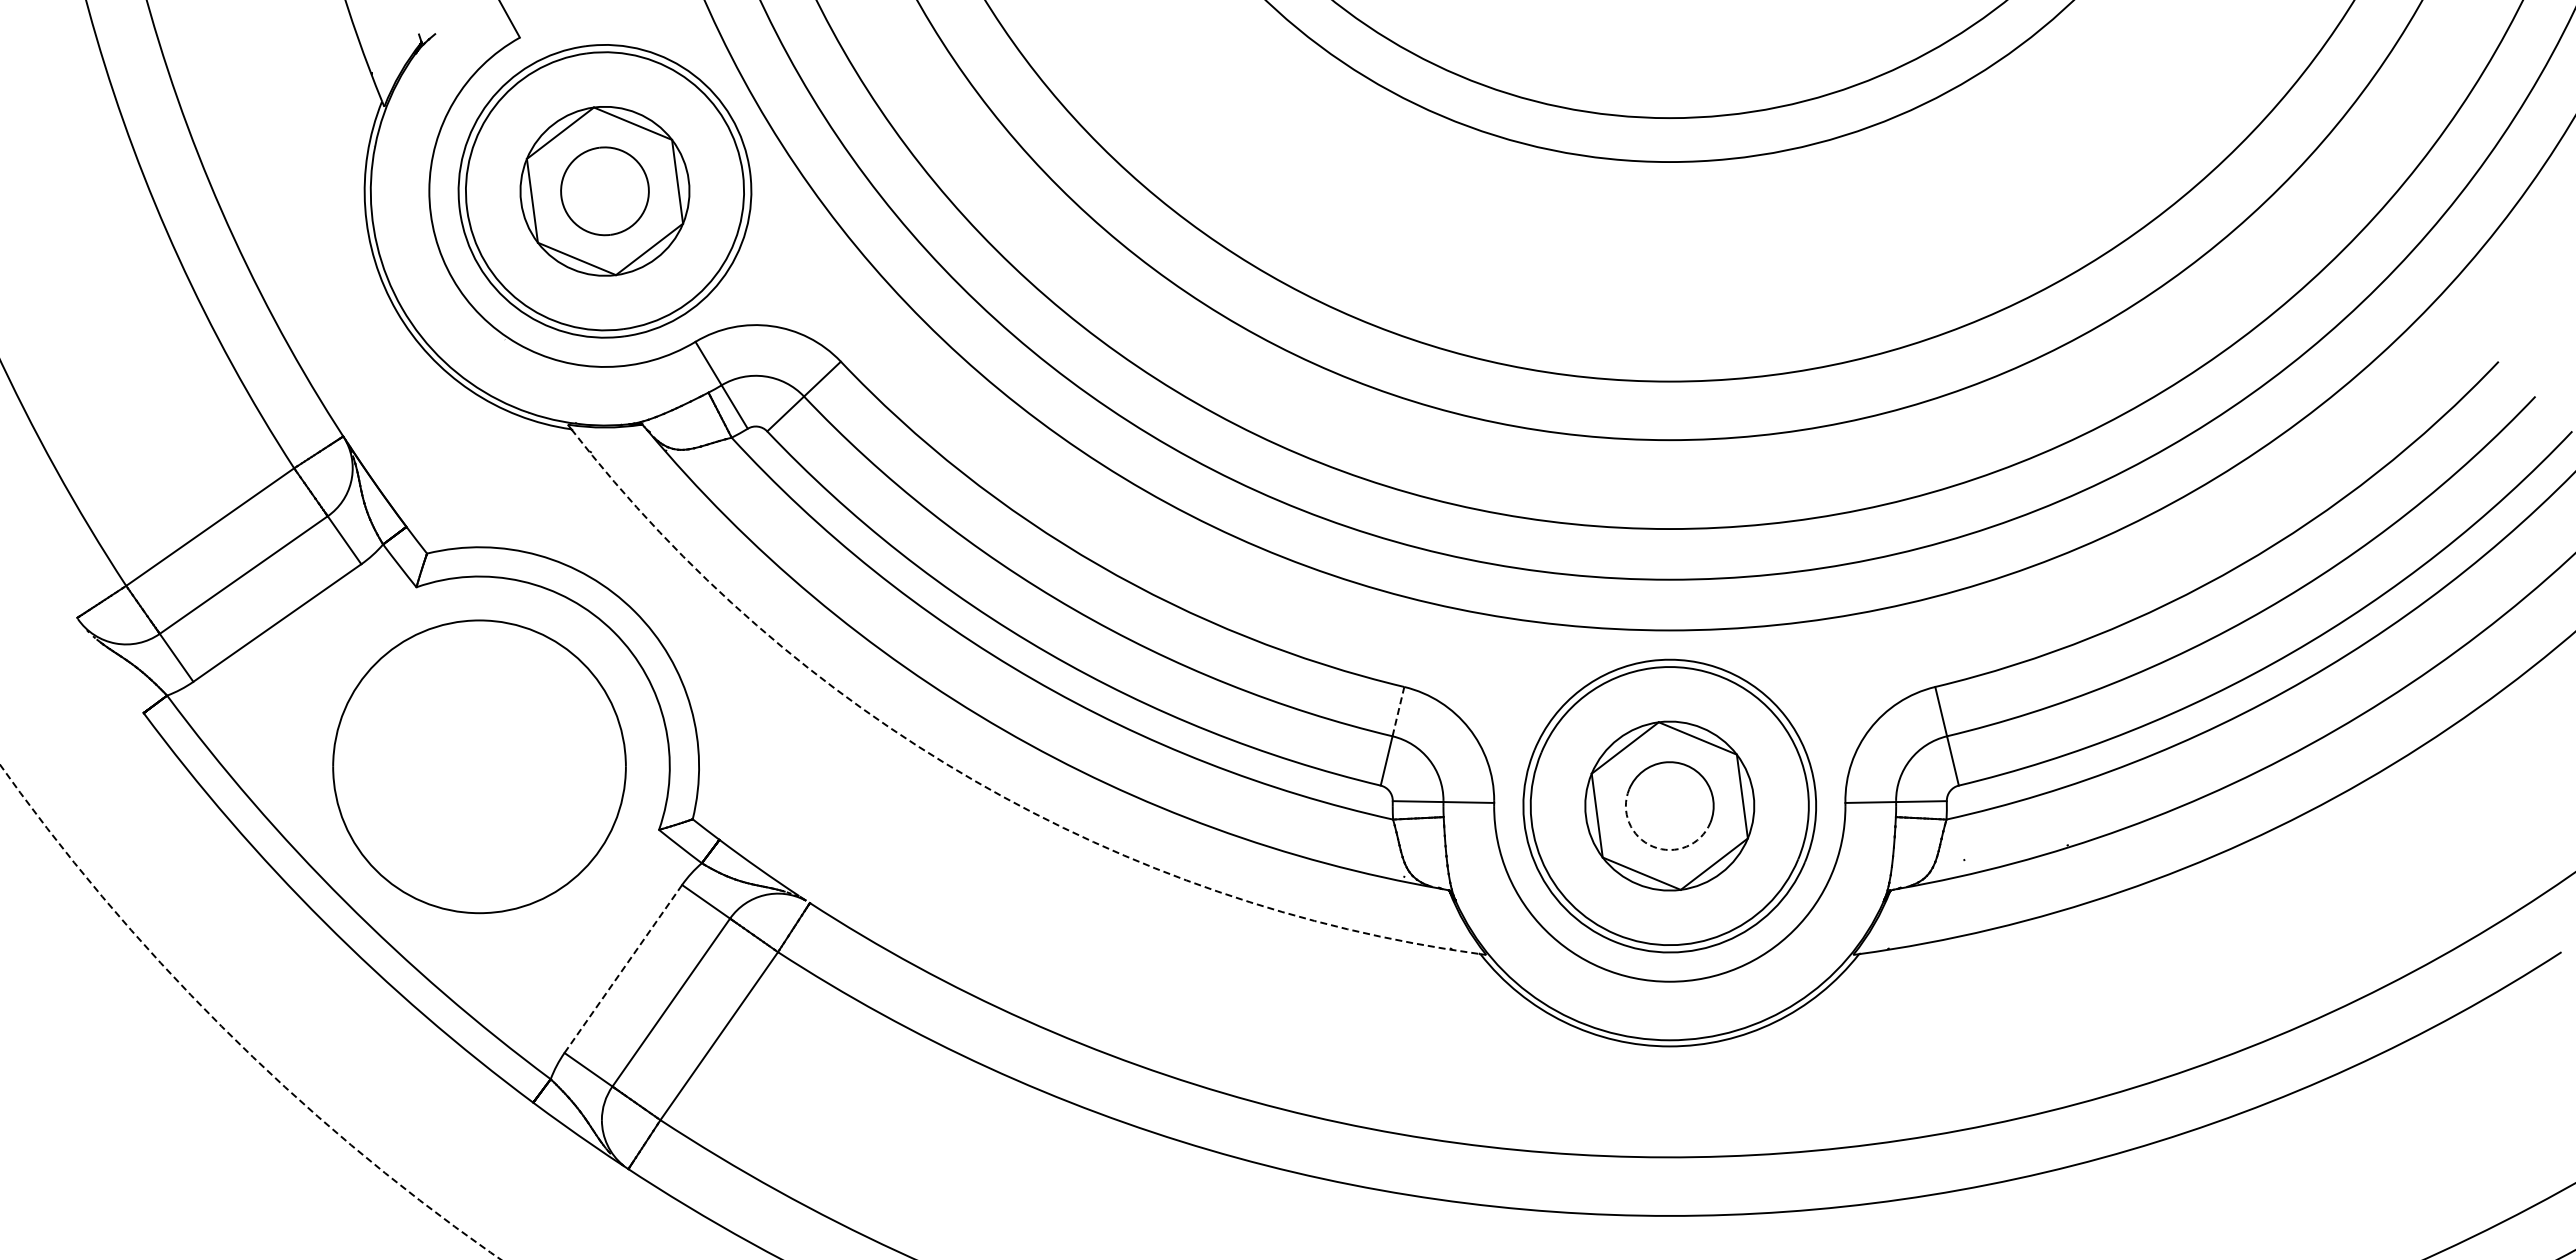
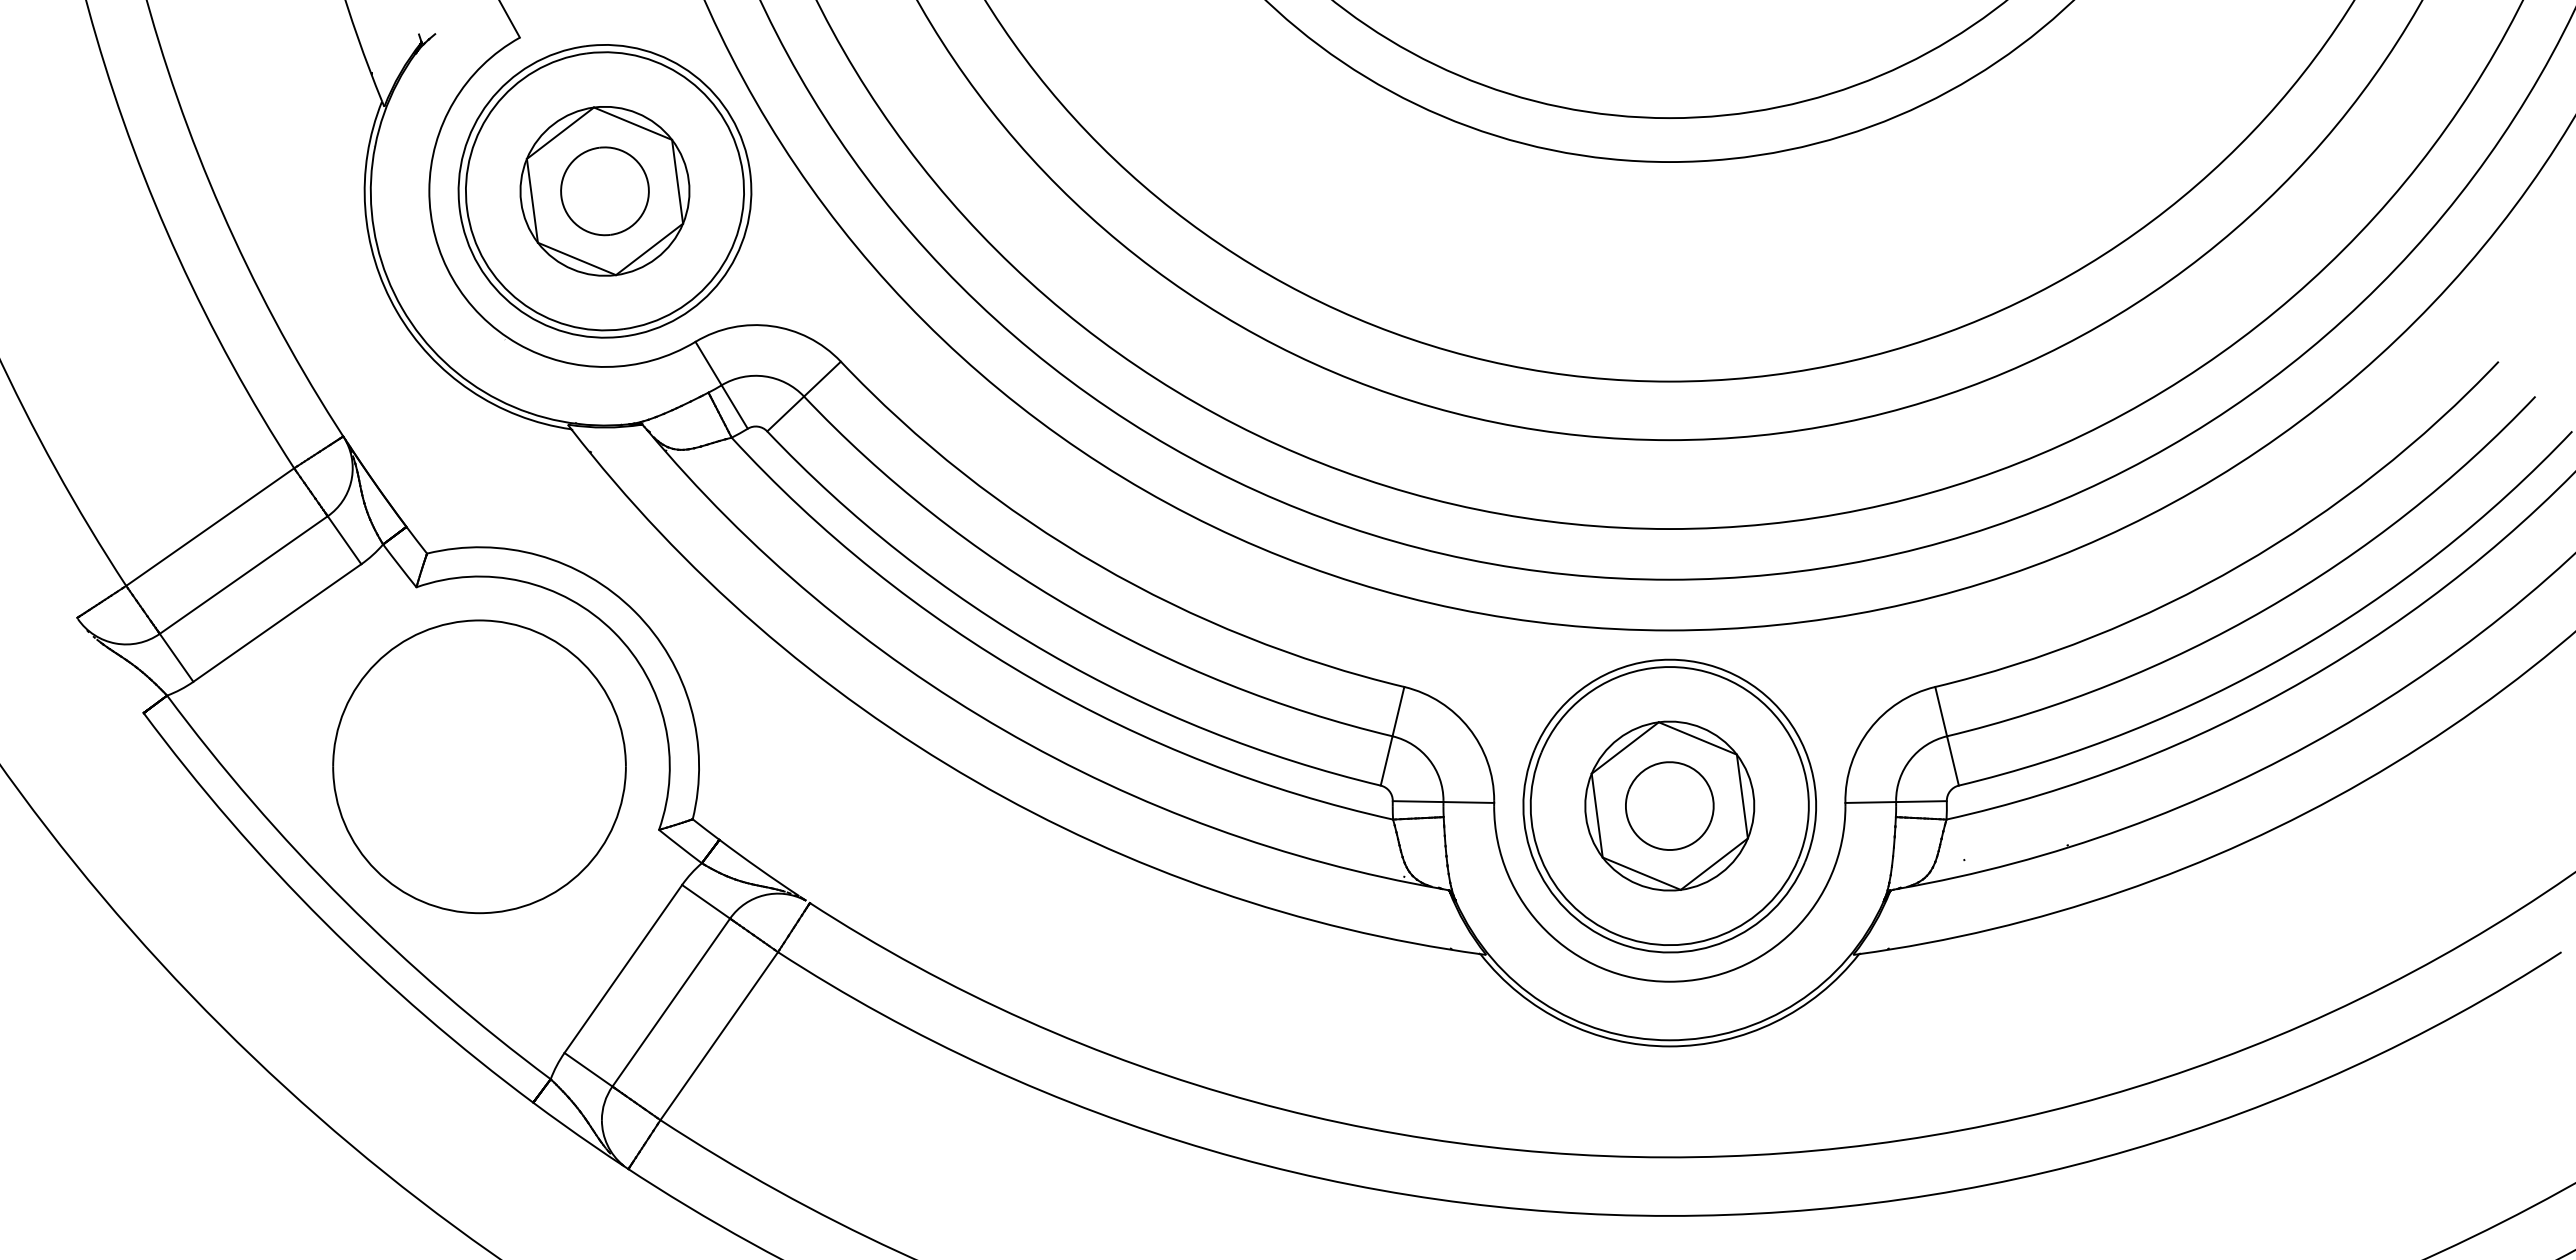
line at (1398, 711): dashed -> solid
arc at (974, 780): dashed -> solid
arc at (1652, 846): dashed -> solid
line at (623, 969): dashed -> solid
arc at (227, 1032): dashed -> solid
